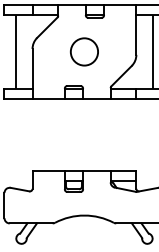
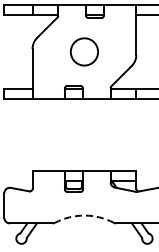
line at (16, 51): present -> none
line at (152, 51): present -> none
arc at (84, 215): solid -> dashed
